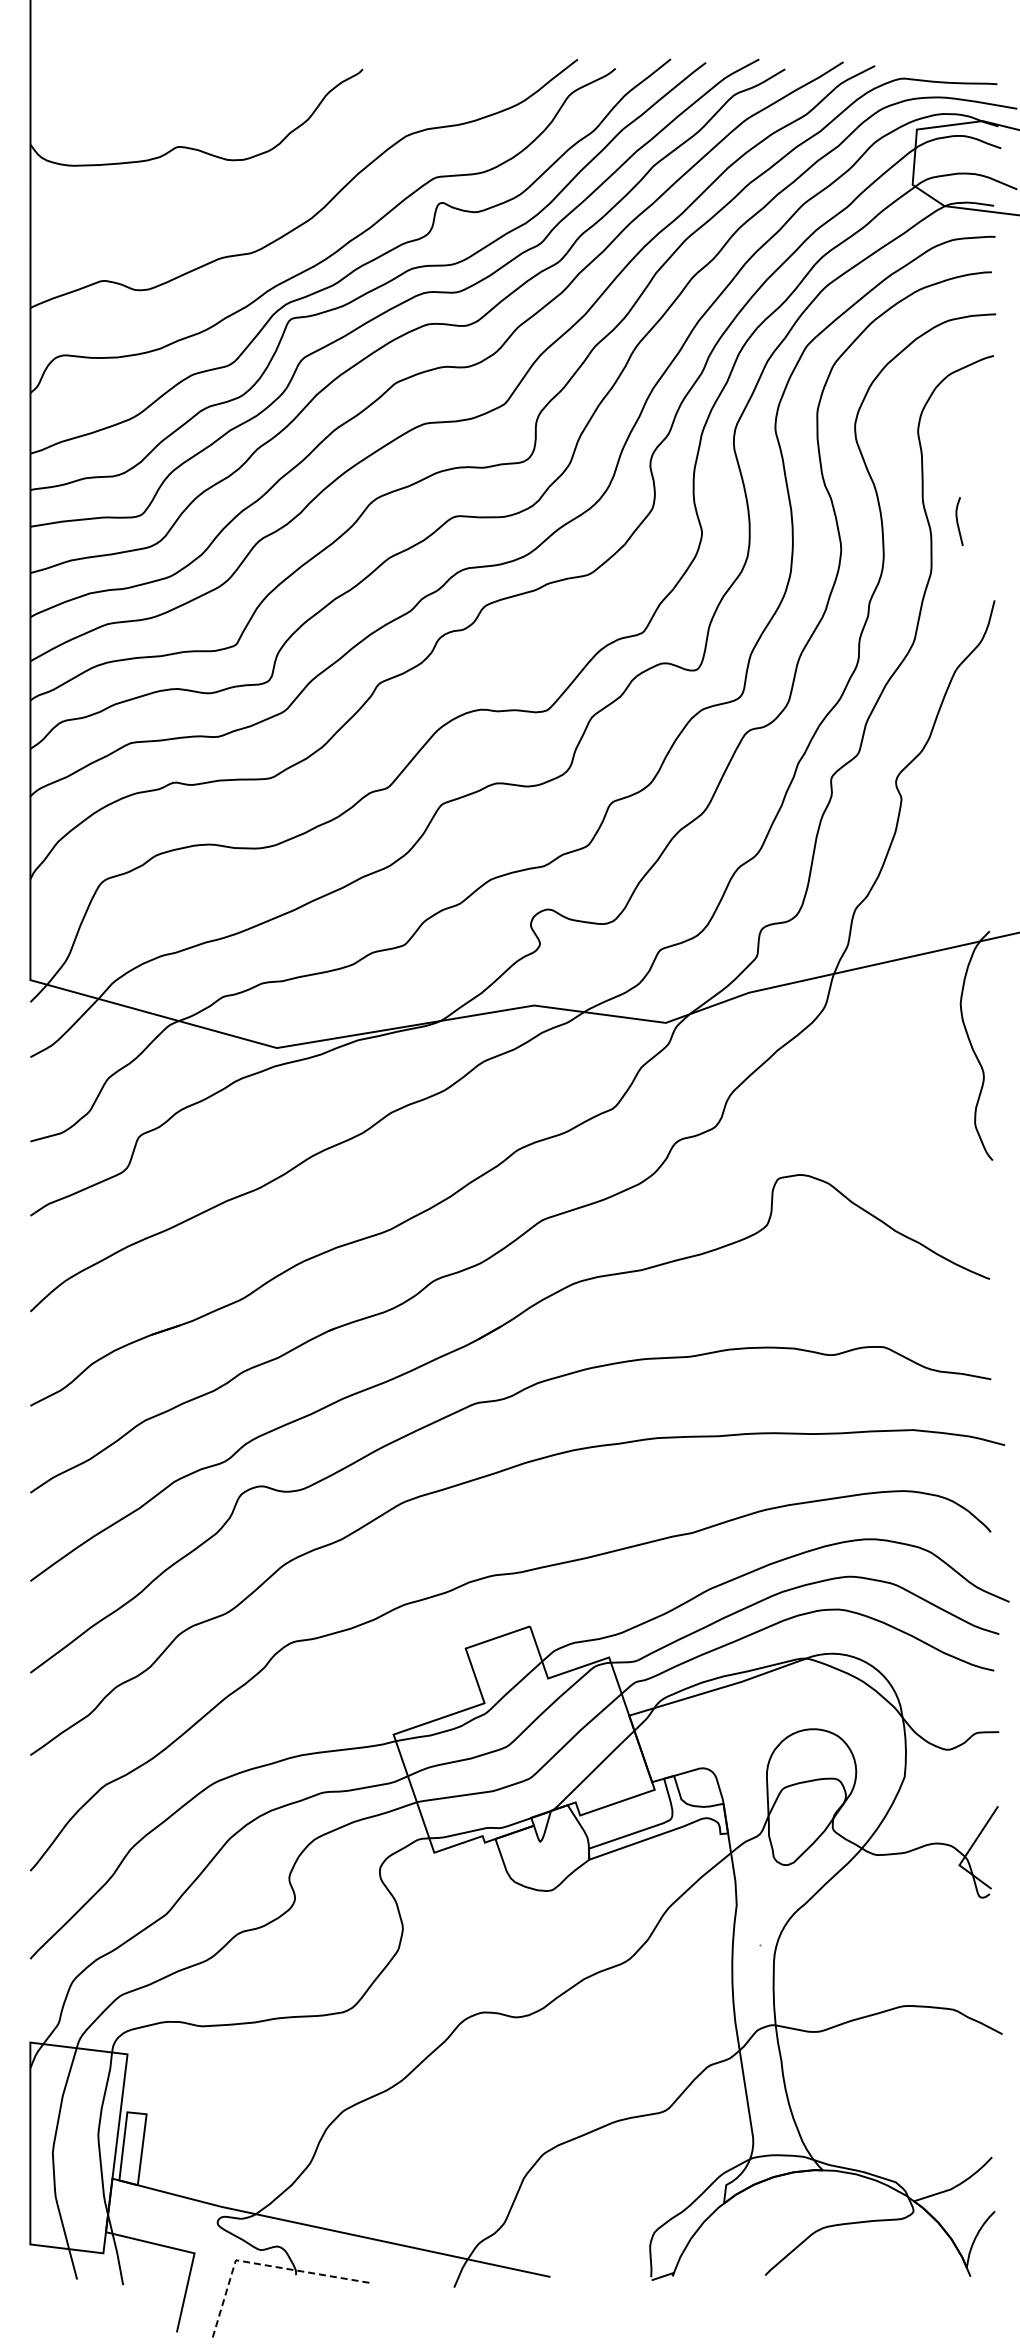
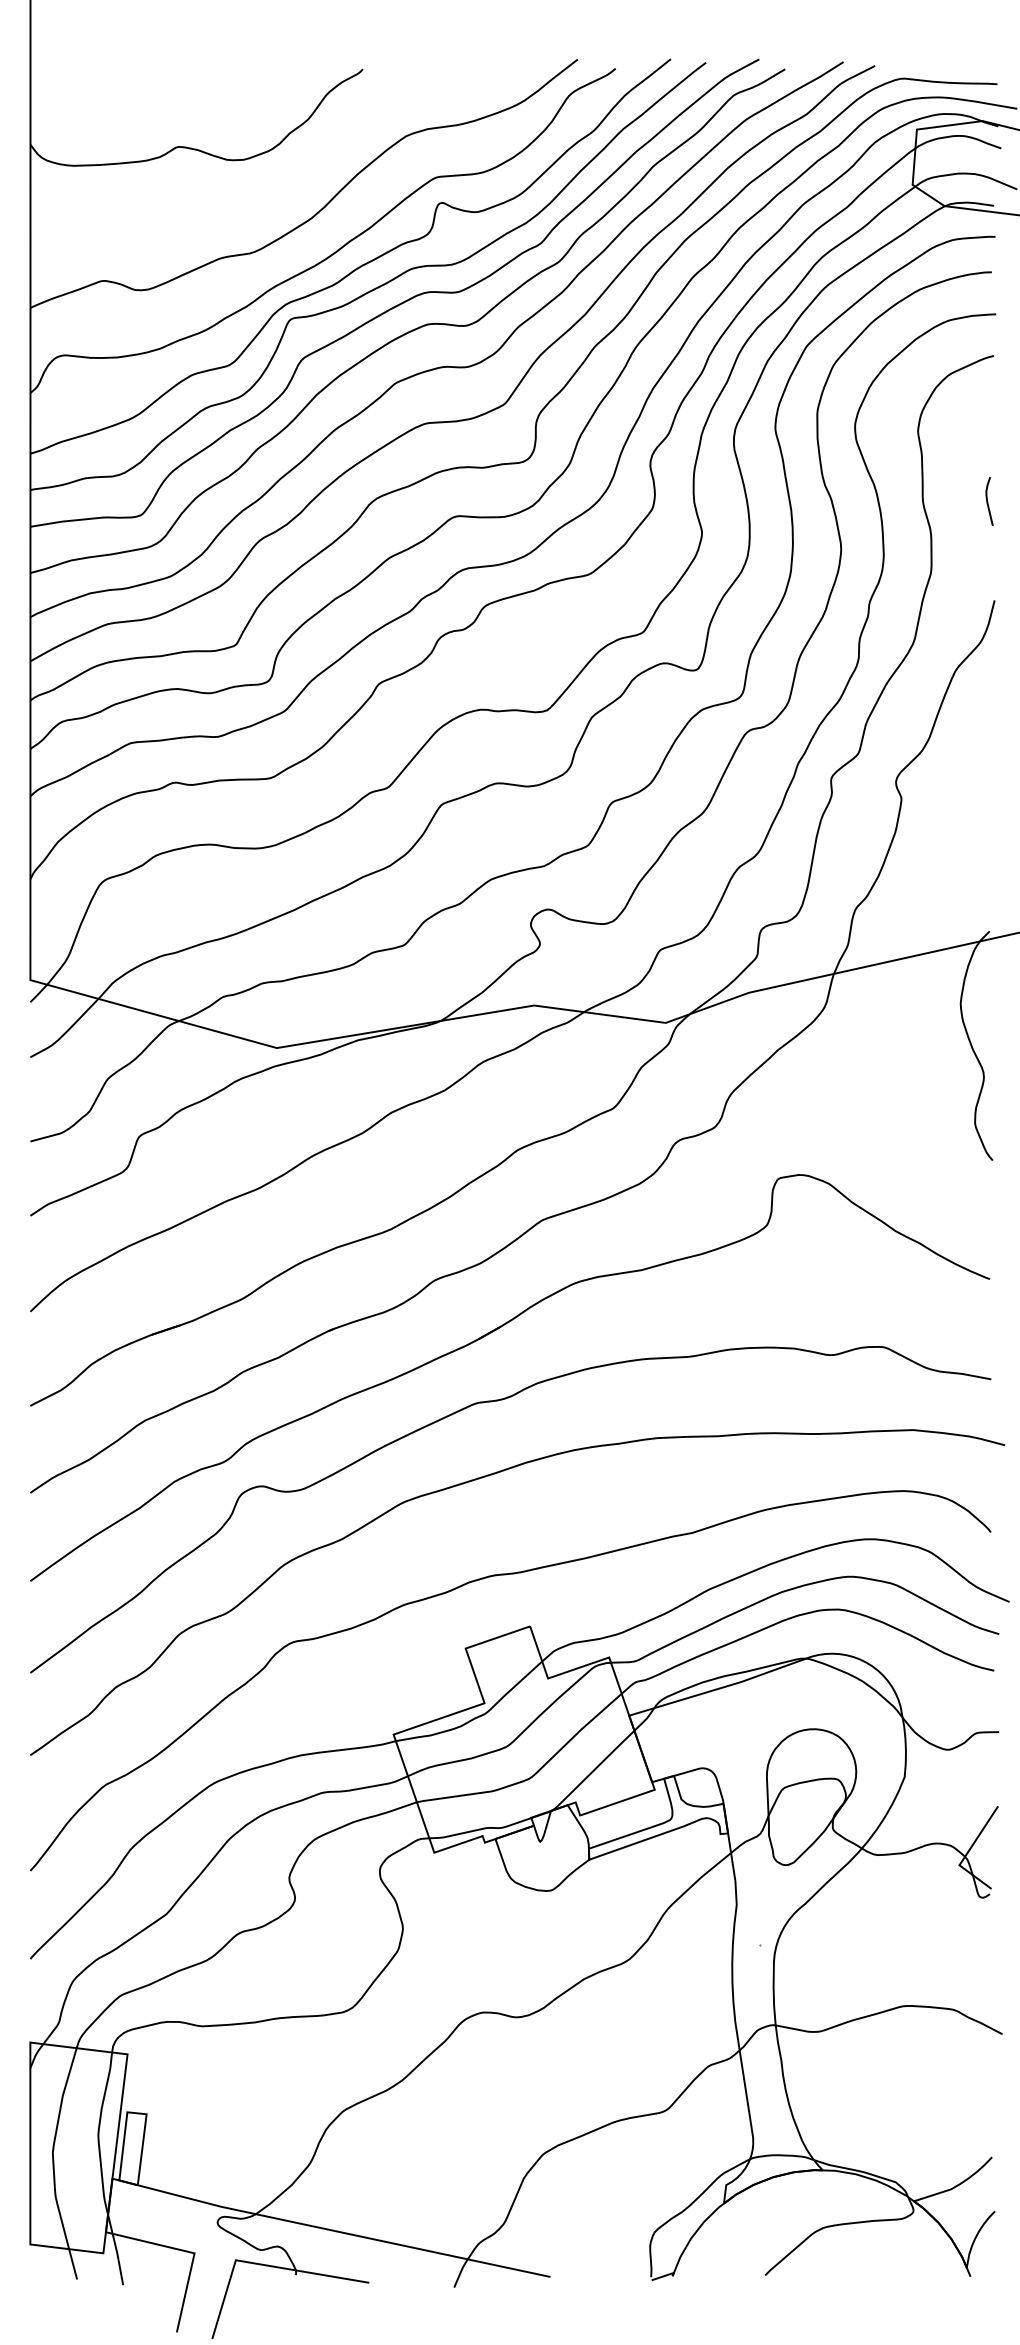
curve at (958, 521) position: (958, 521) -> (988, 501)
line at (261, 2264): dashed -> solid
